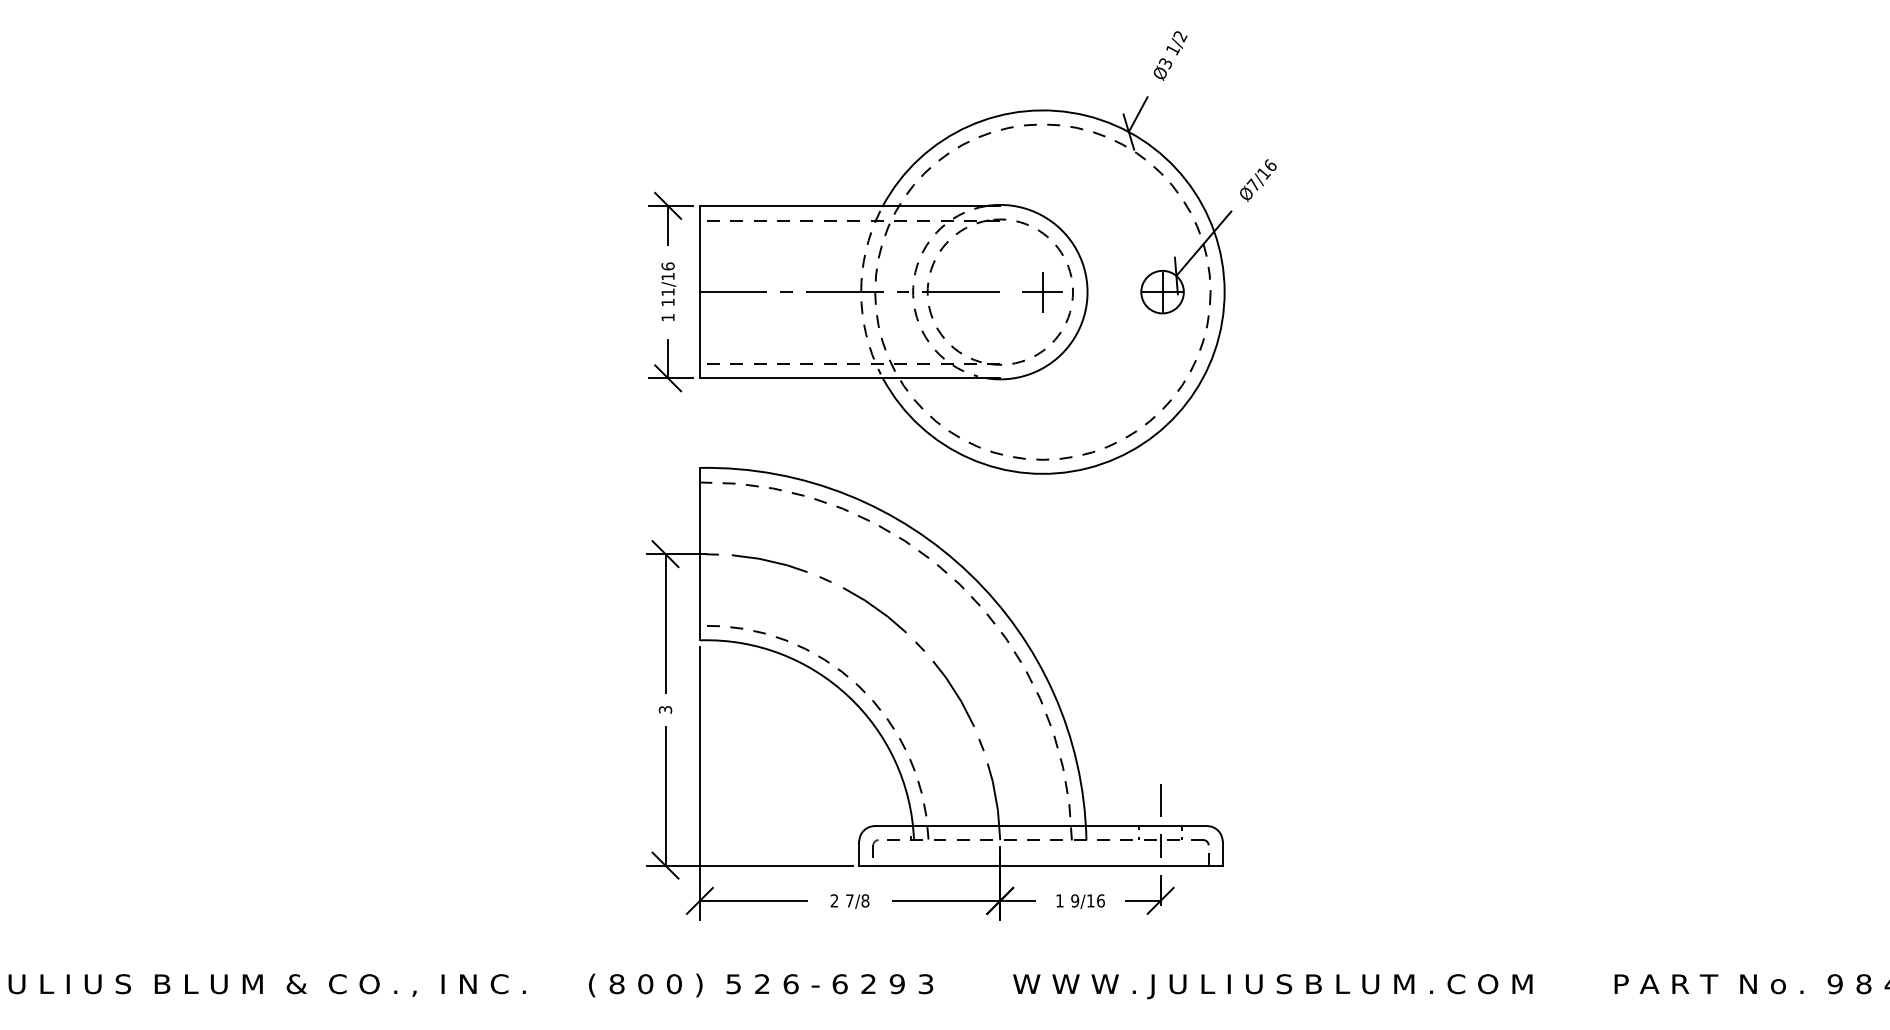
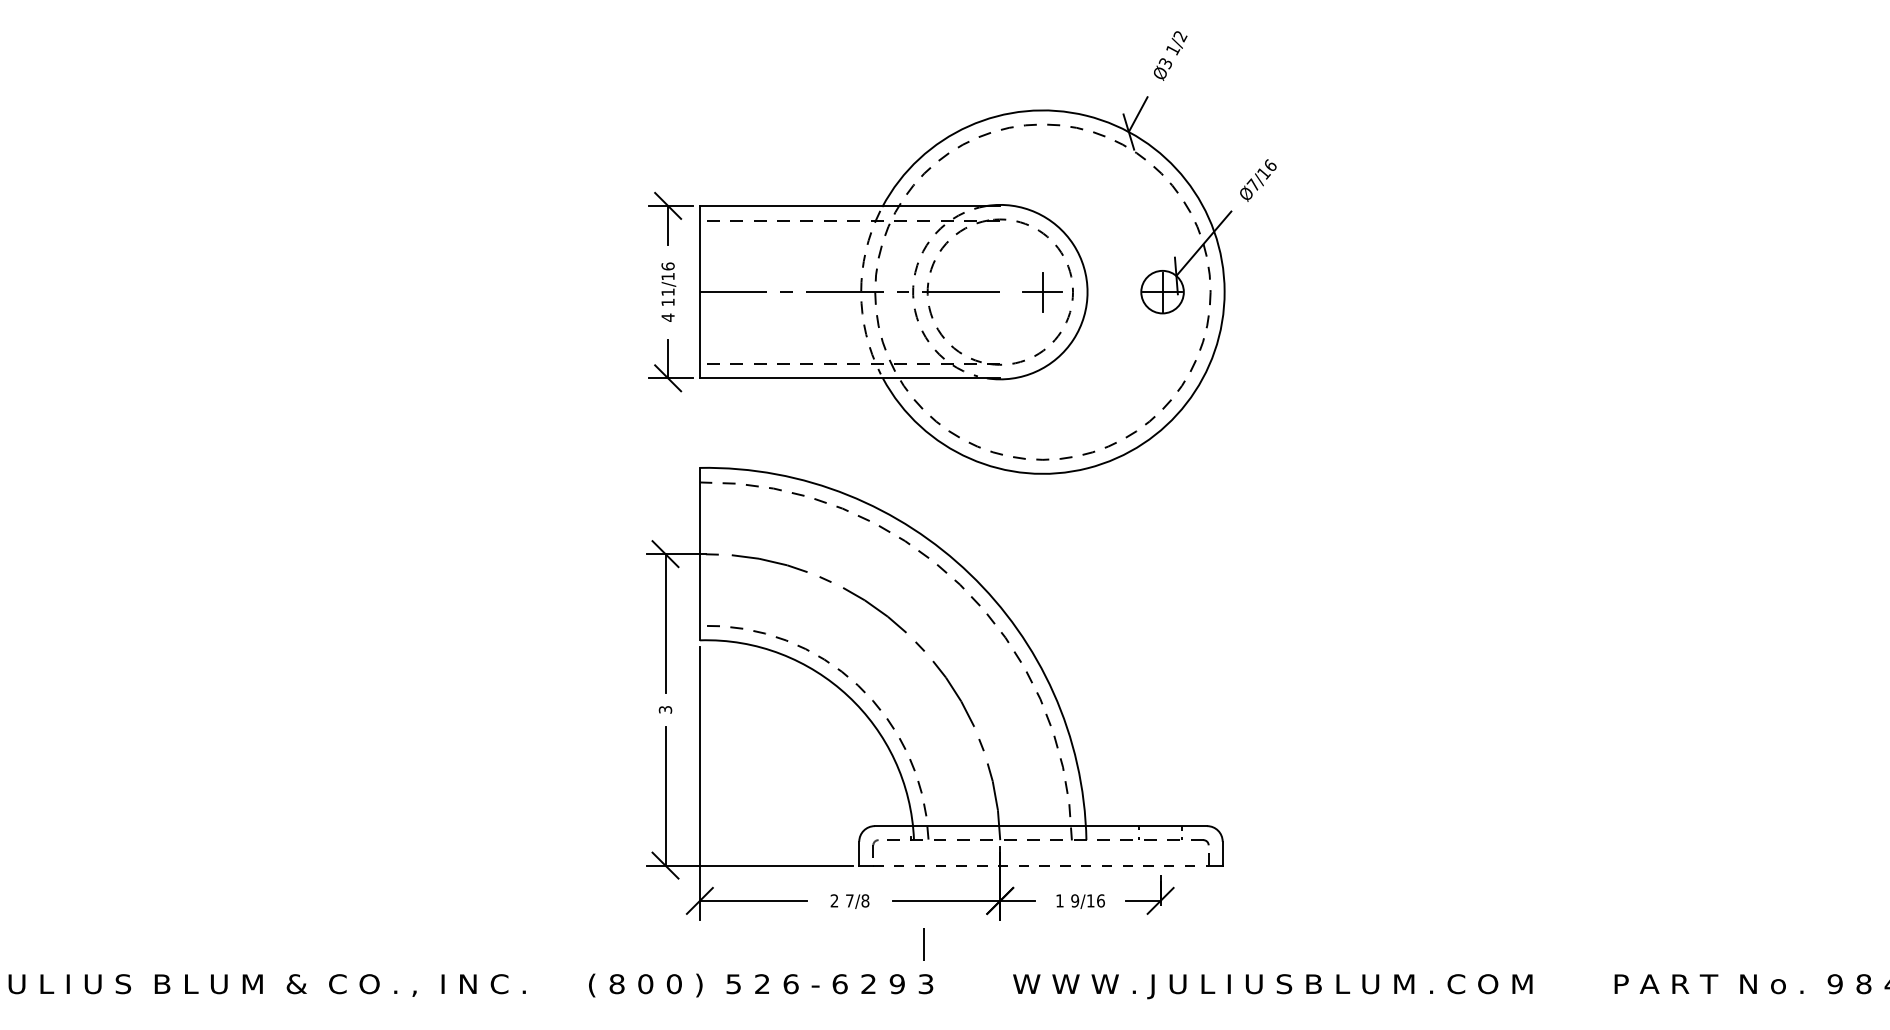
text at (667, 317): 1 -> 4
line at (1160, 800) position: (1160, 800) -> (923, 944)
line at (1160, 845): present -> none
line at (1040, 865): solid -> dashed
